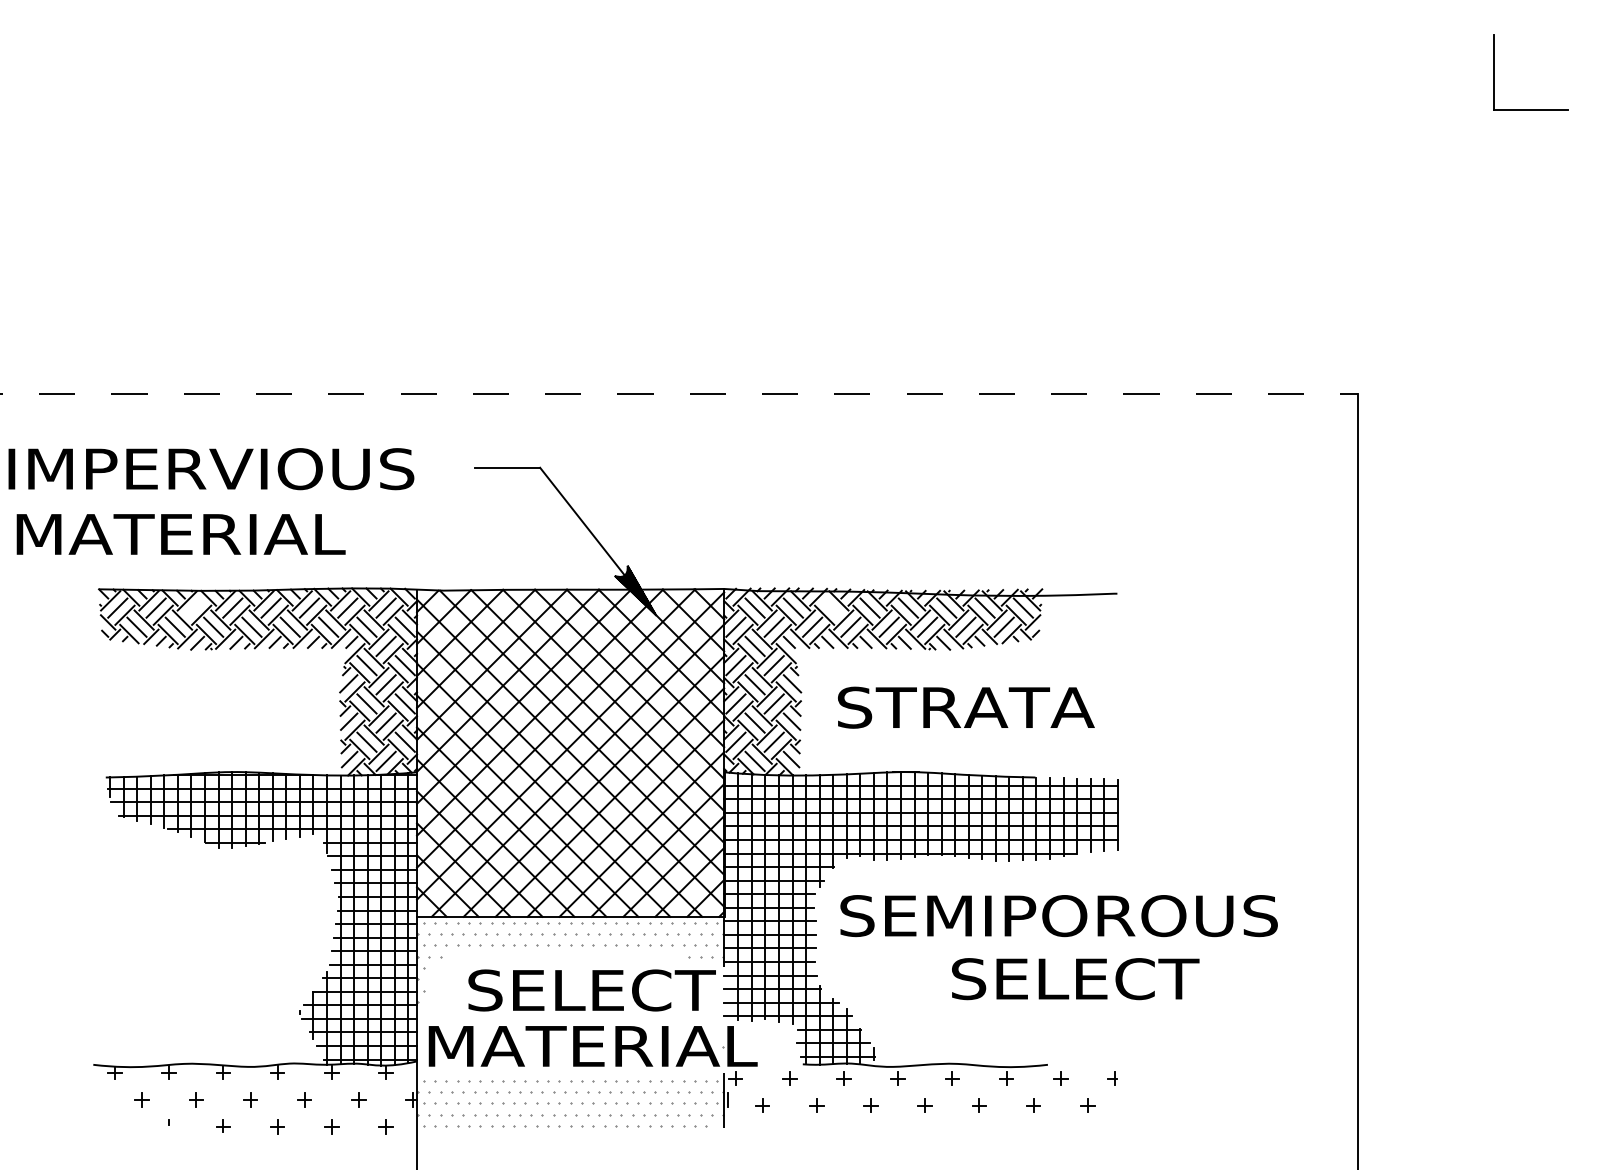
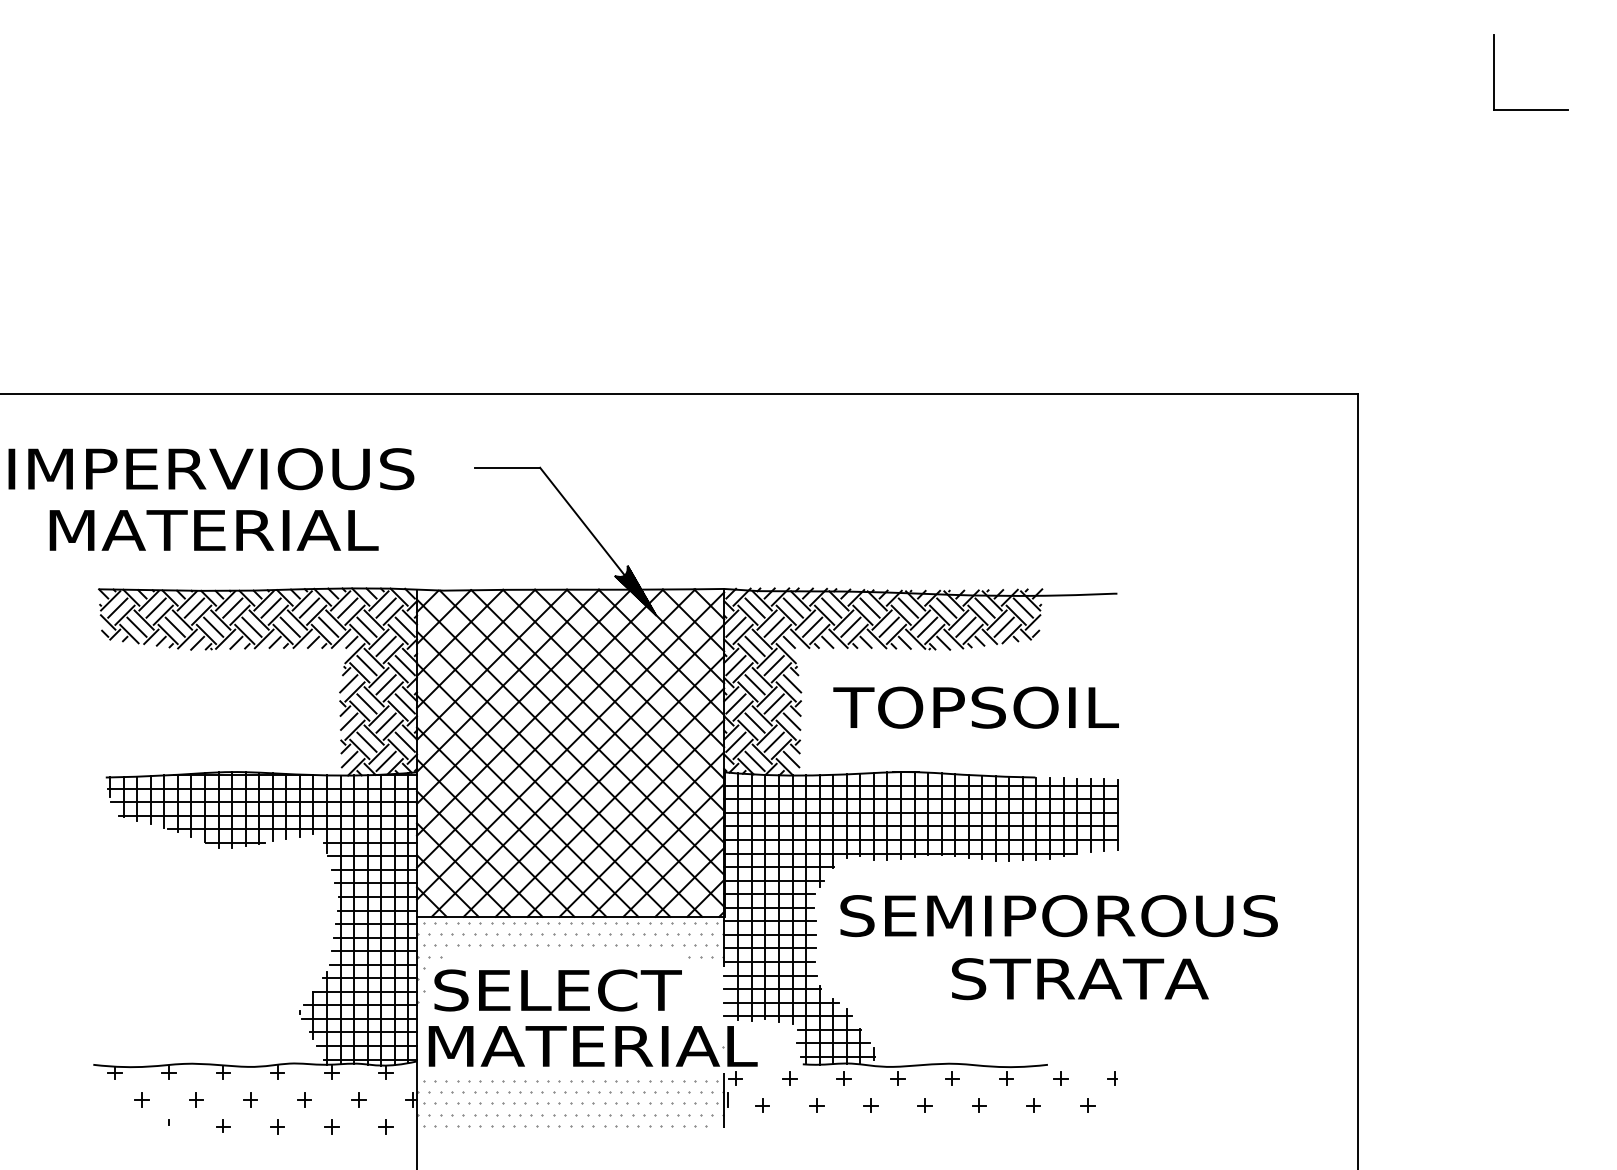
line at (679, 394): dashed -> solid
text at (180, 534) position: (180, 534) -> (213, 530)
line at (194, 607): none -> present
line at (831, 607): none -> present
text at (975, 707): STRATA -> TOPSOIL
text at (1098, 979): SELECT -> STRATA
text at (591, 990) position: (591, 990) -> (557, 990)
